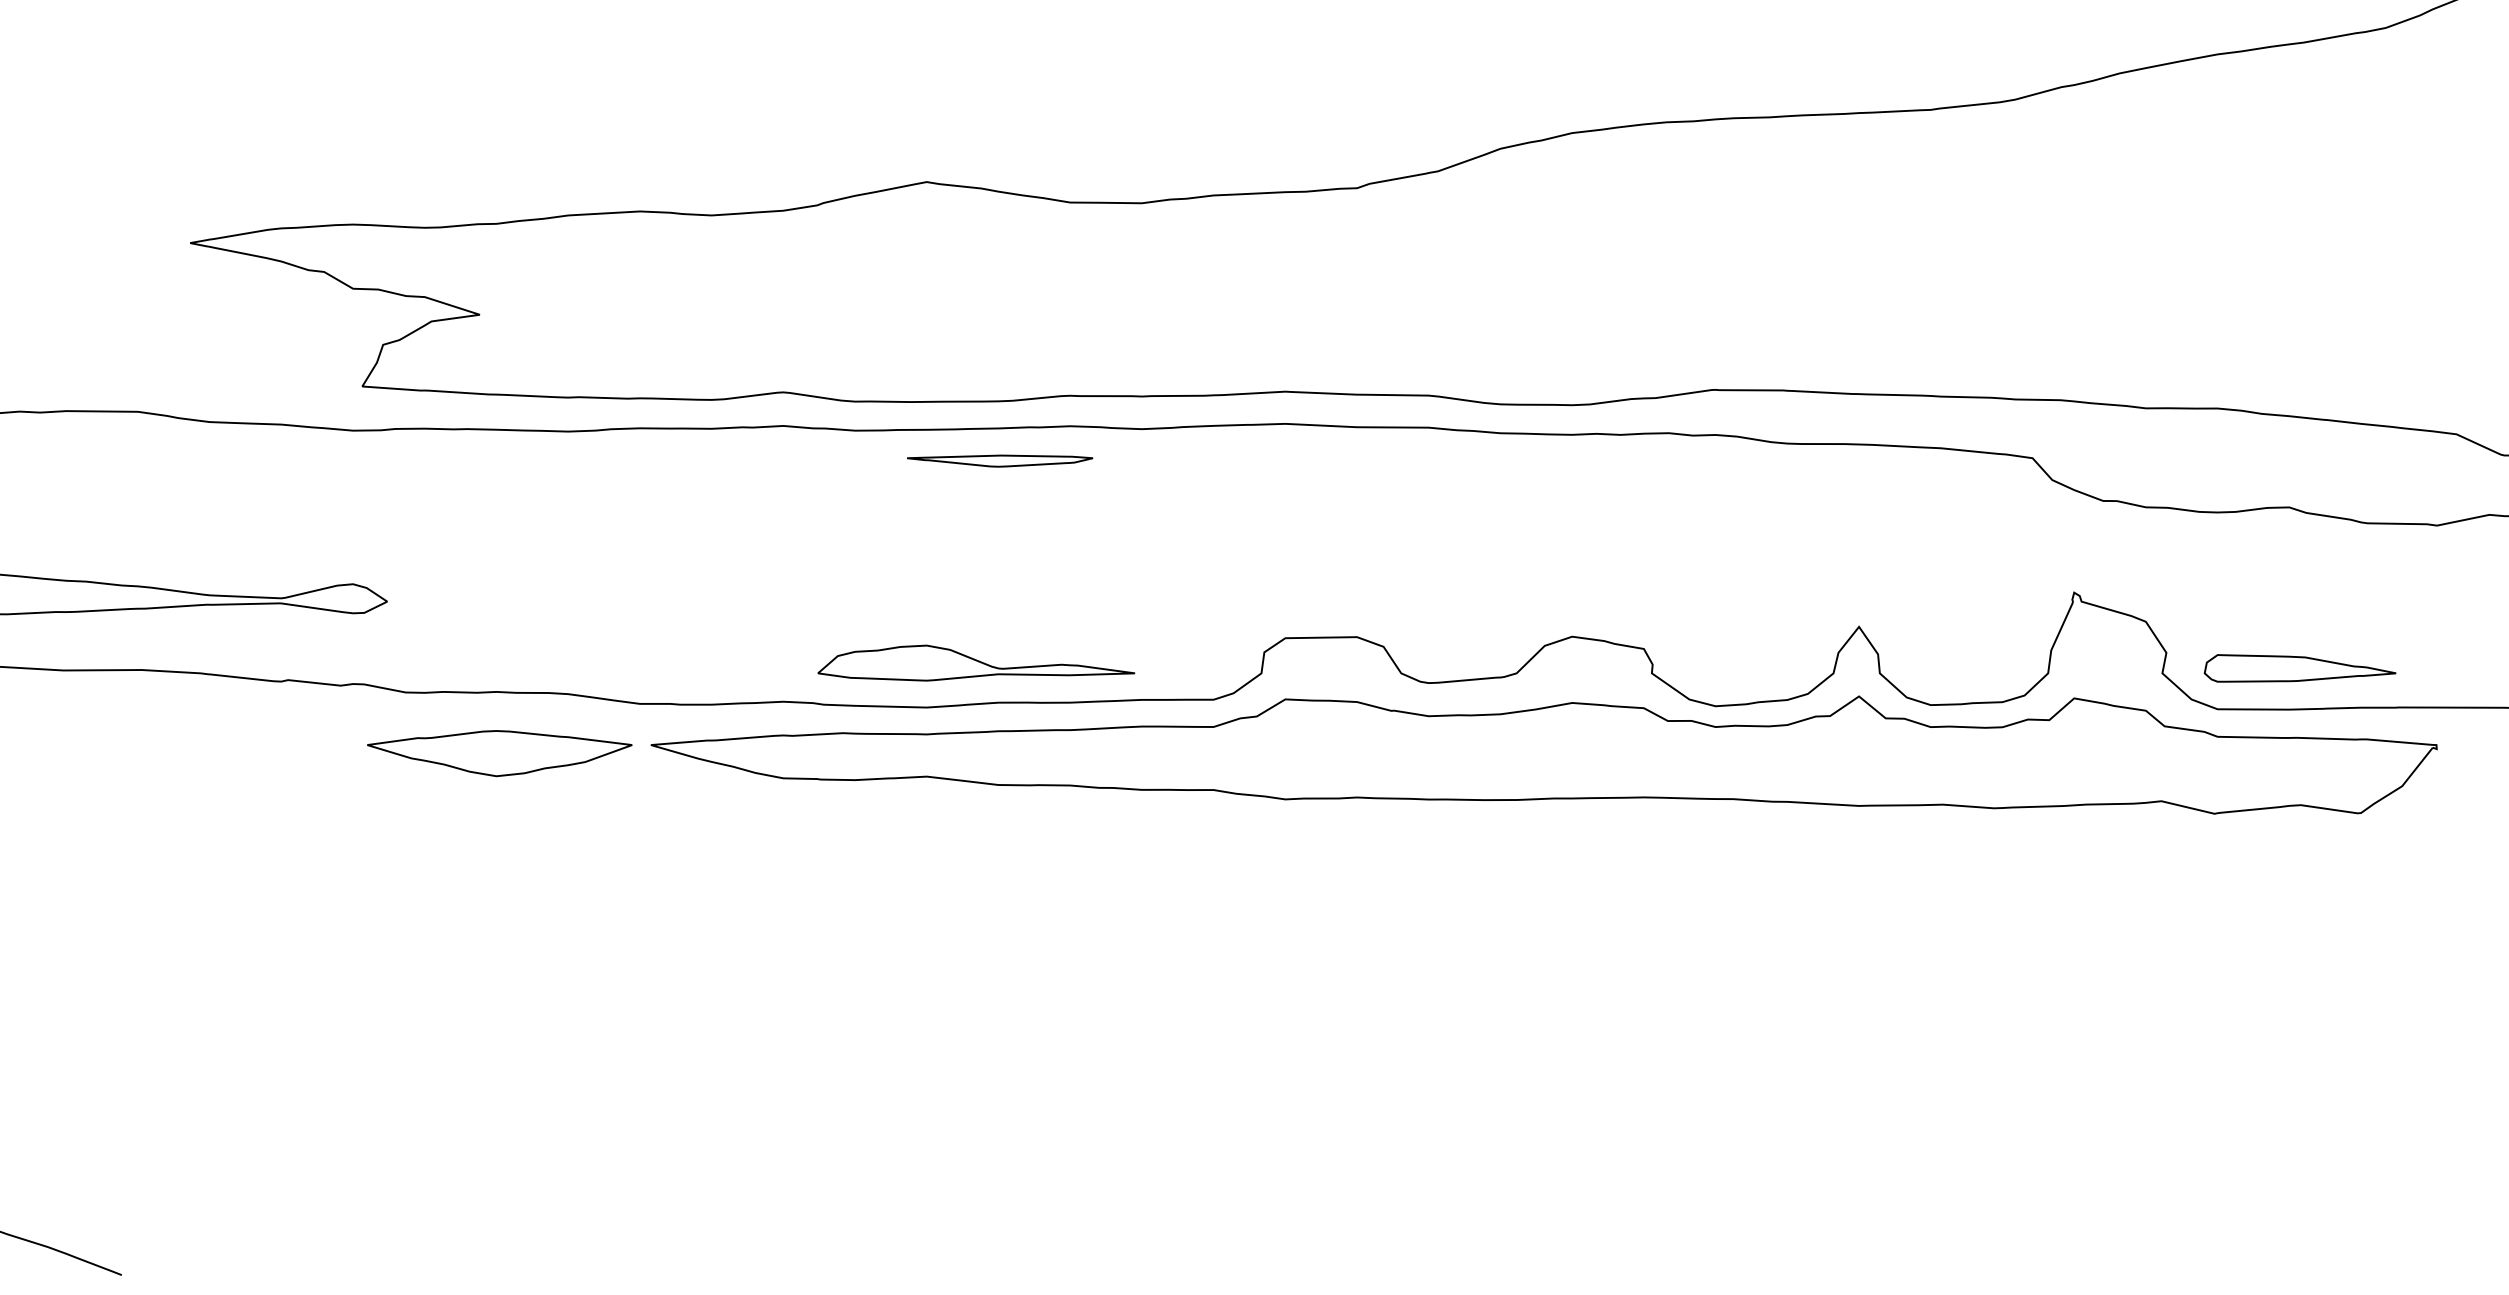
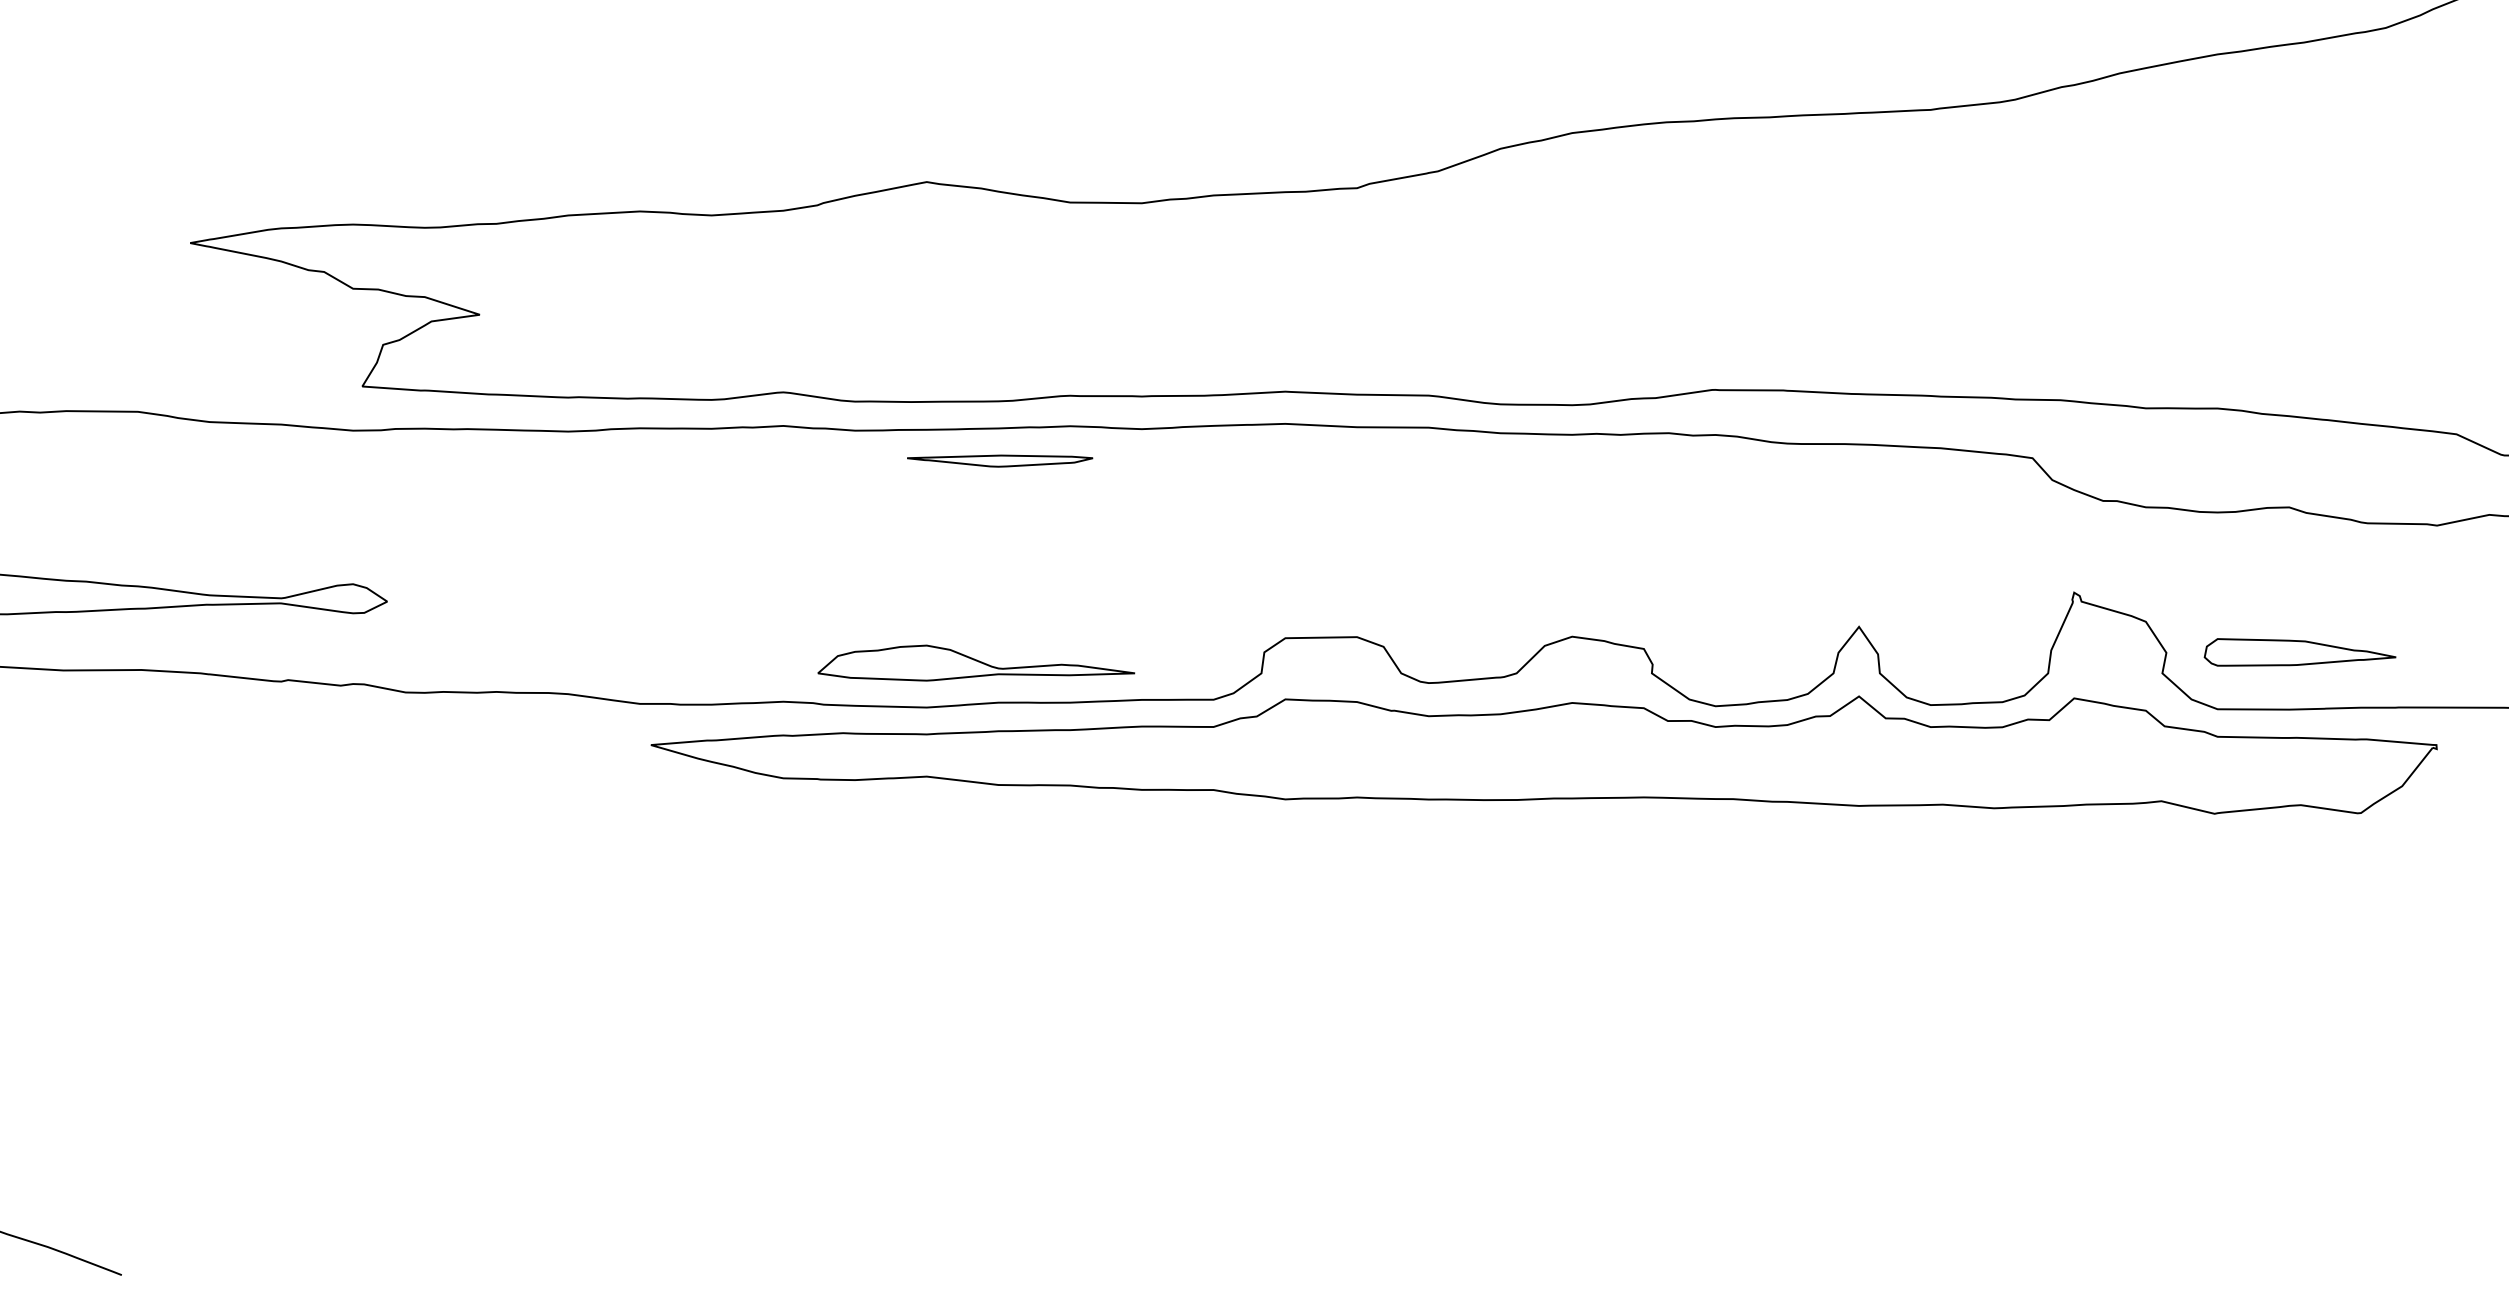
part at (2299, 668) position: (2299, 668) -> (2299, 652)
part at (499, 753): present -> none
